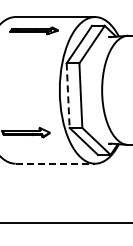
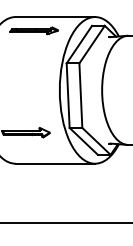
line at (68, 96): dashed -> solid
line at (55, 163): dashed -> solid
